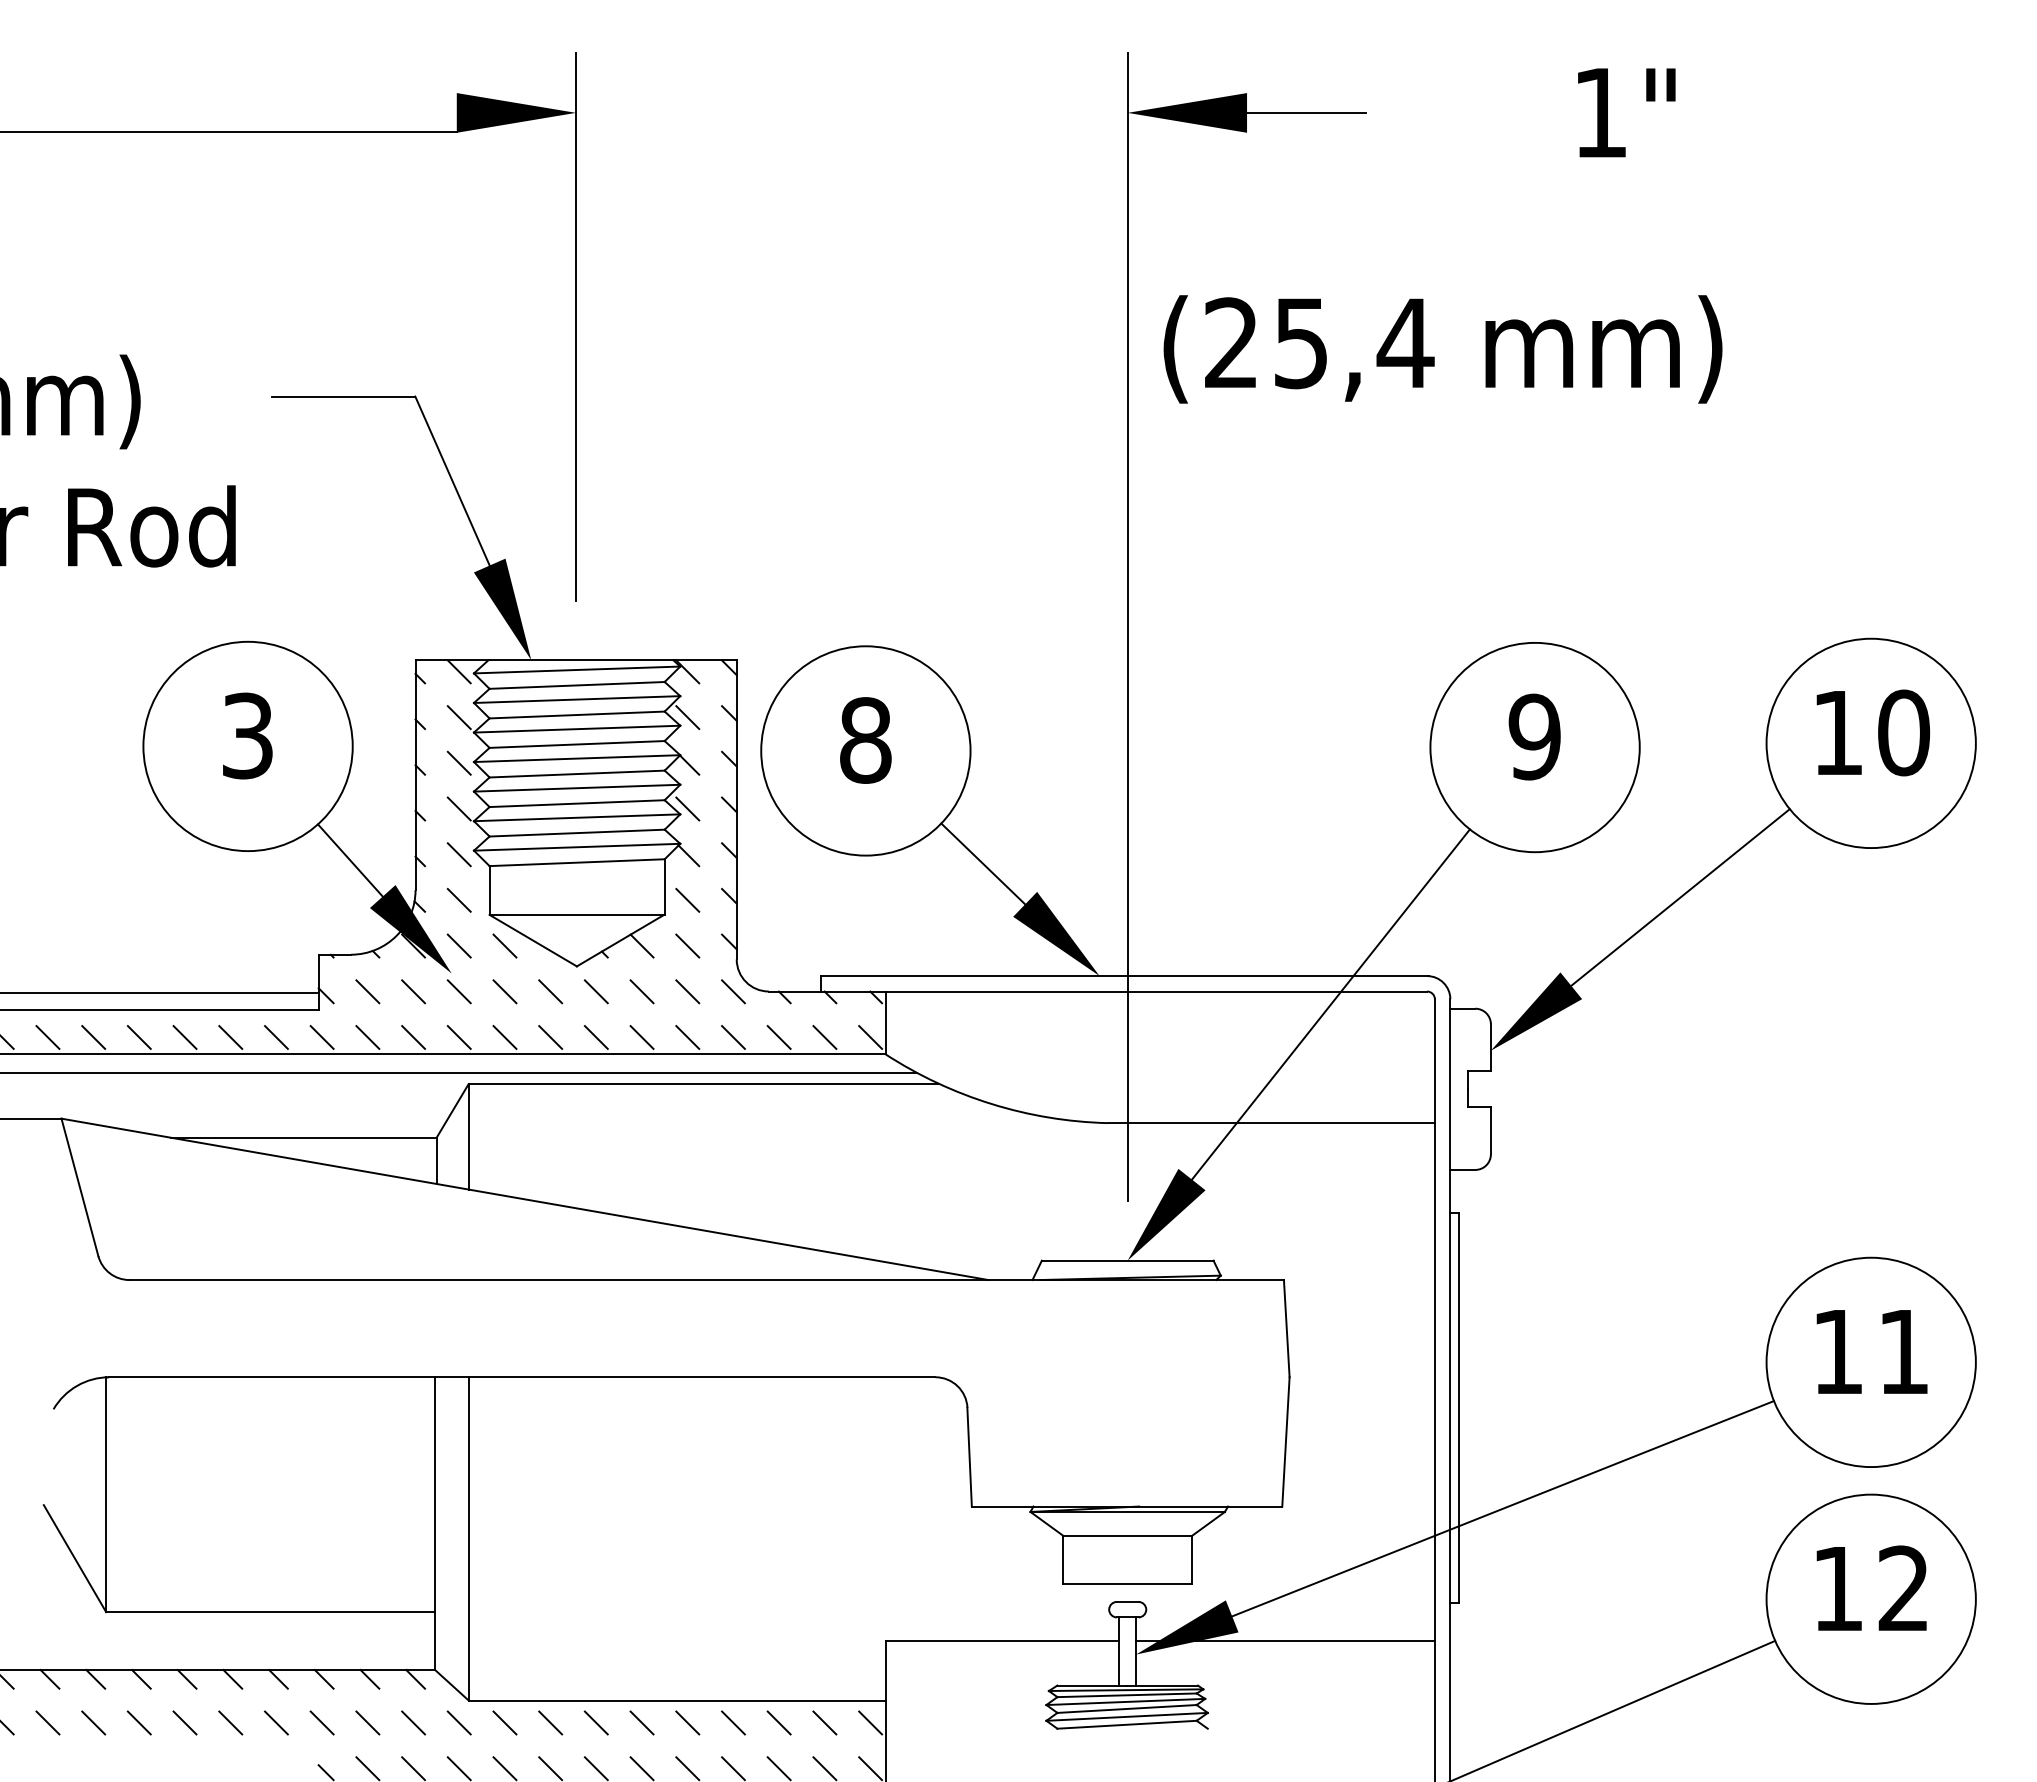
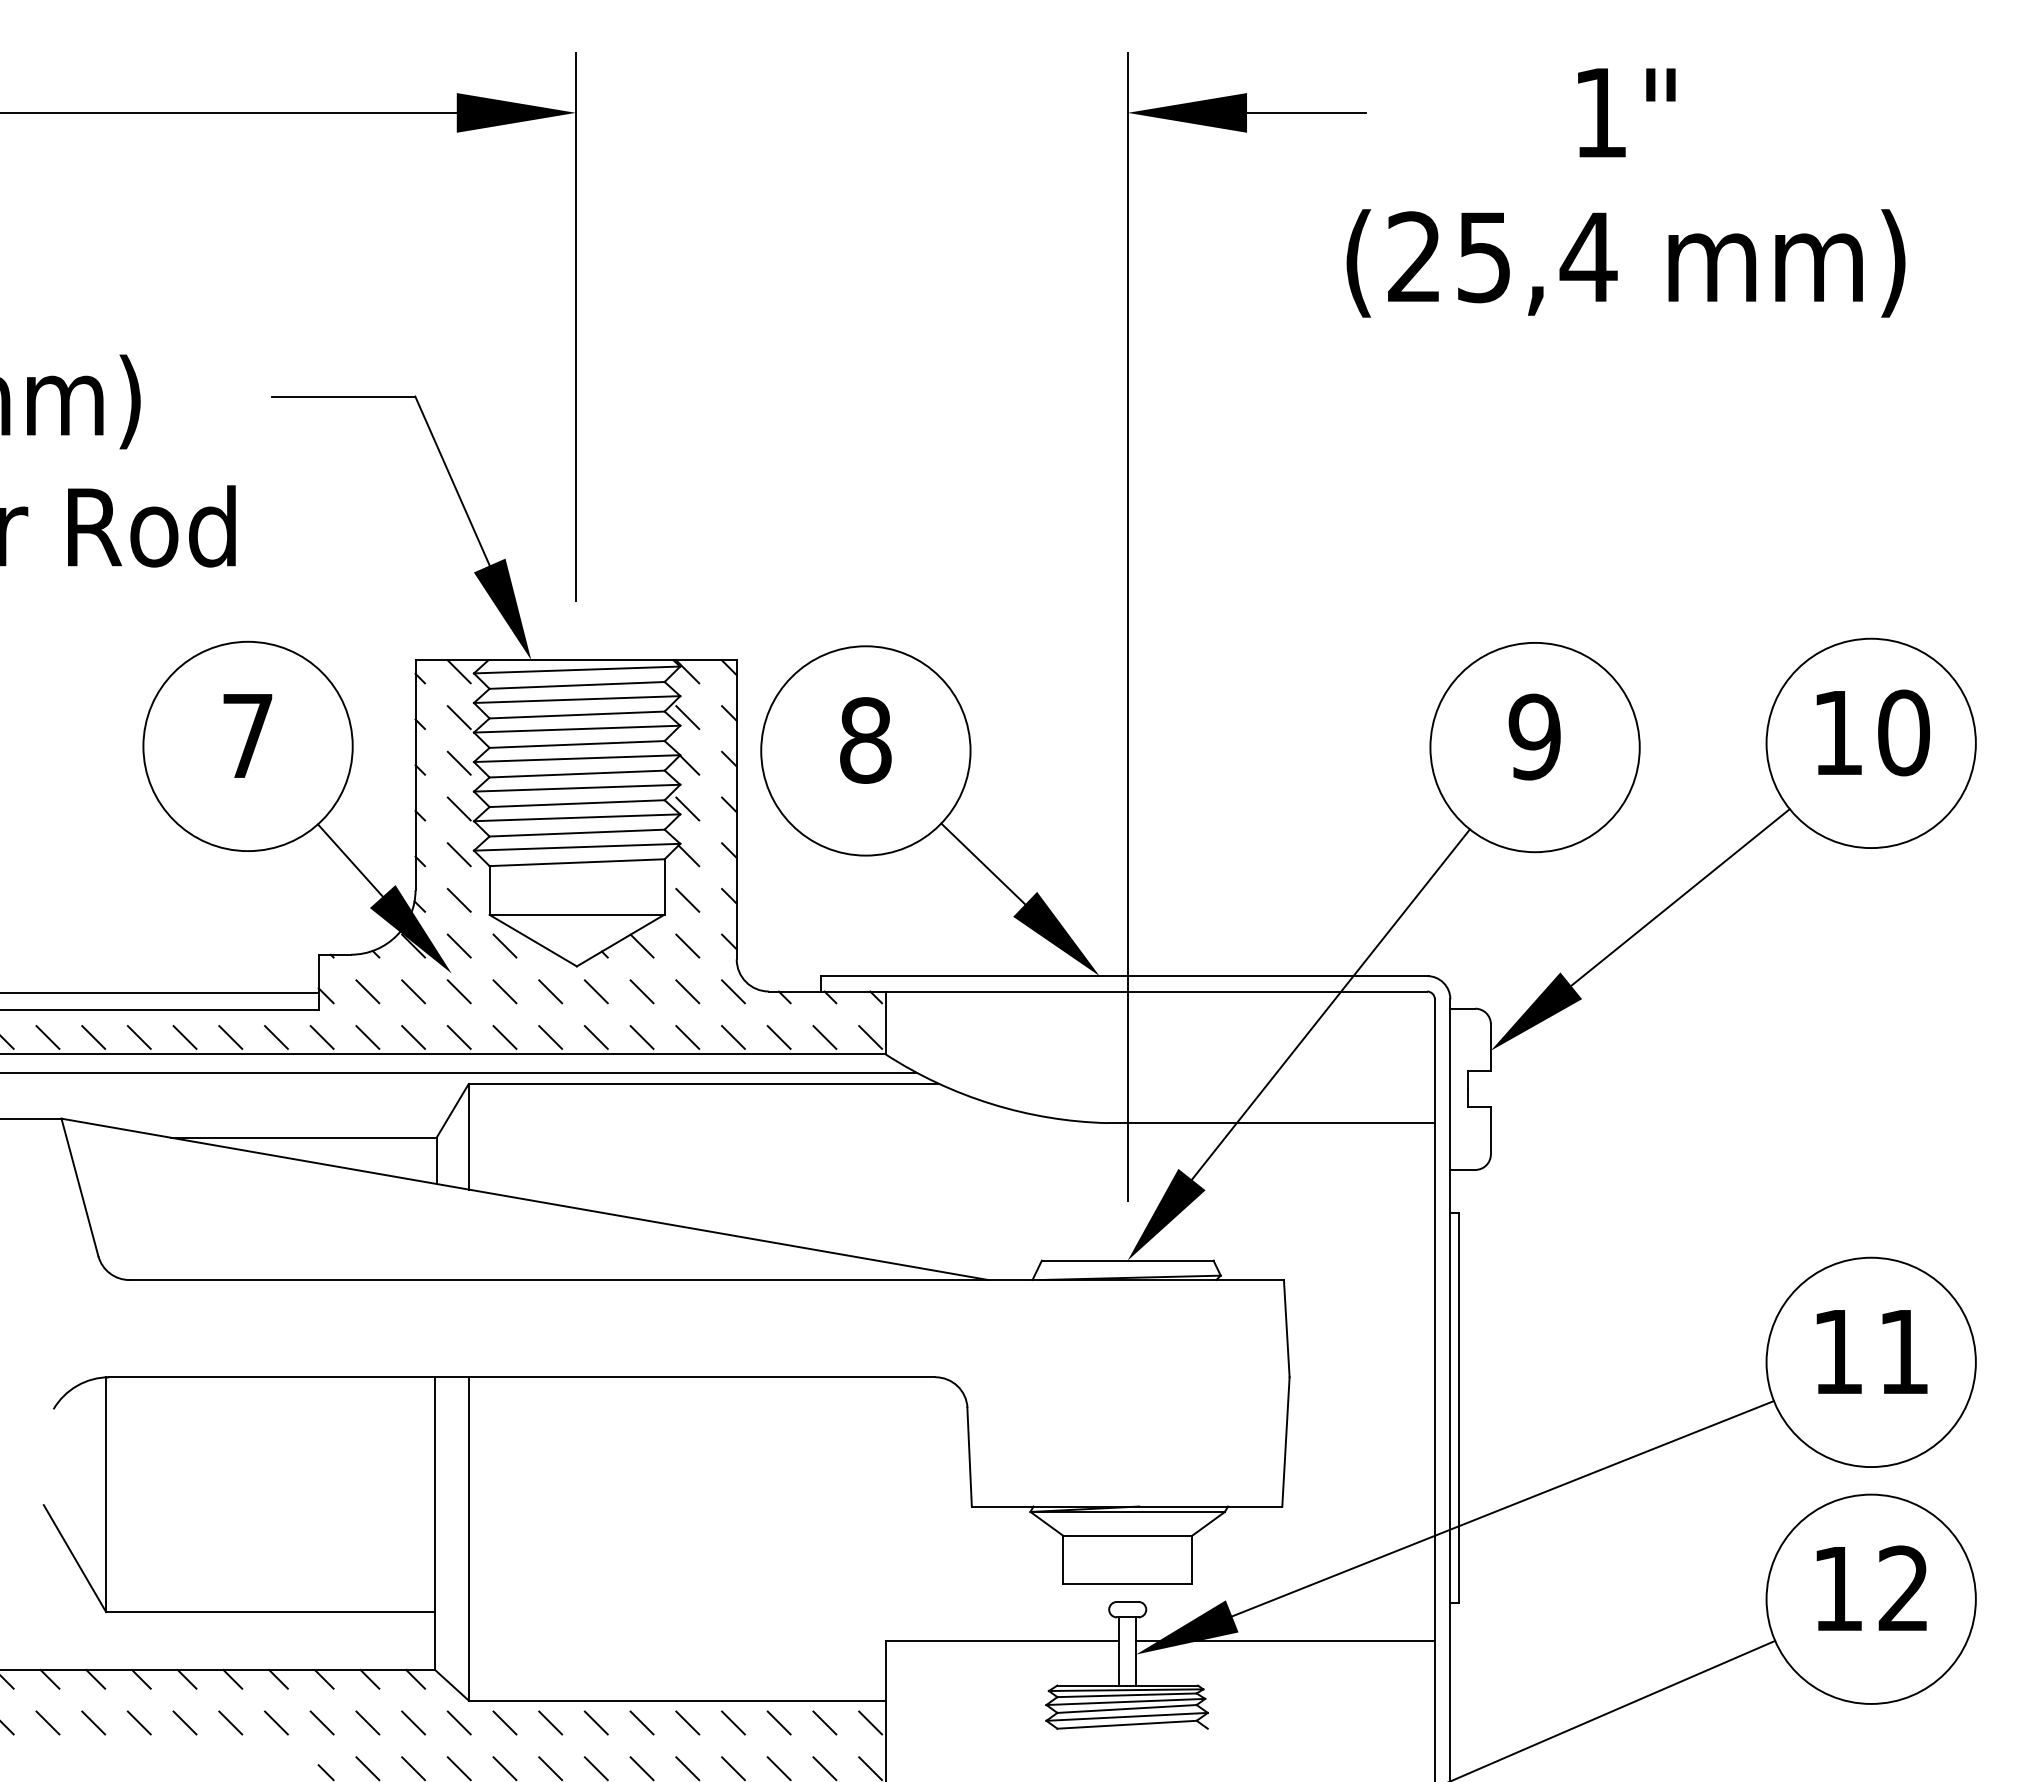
line at (229, 131) position: (229, 131) -> (229, 112)
text at (1442, 349) position: (1442, 349) -> (1625, 263)
text at (247, 735): 3 -> 7
